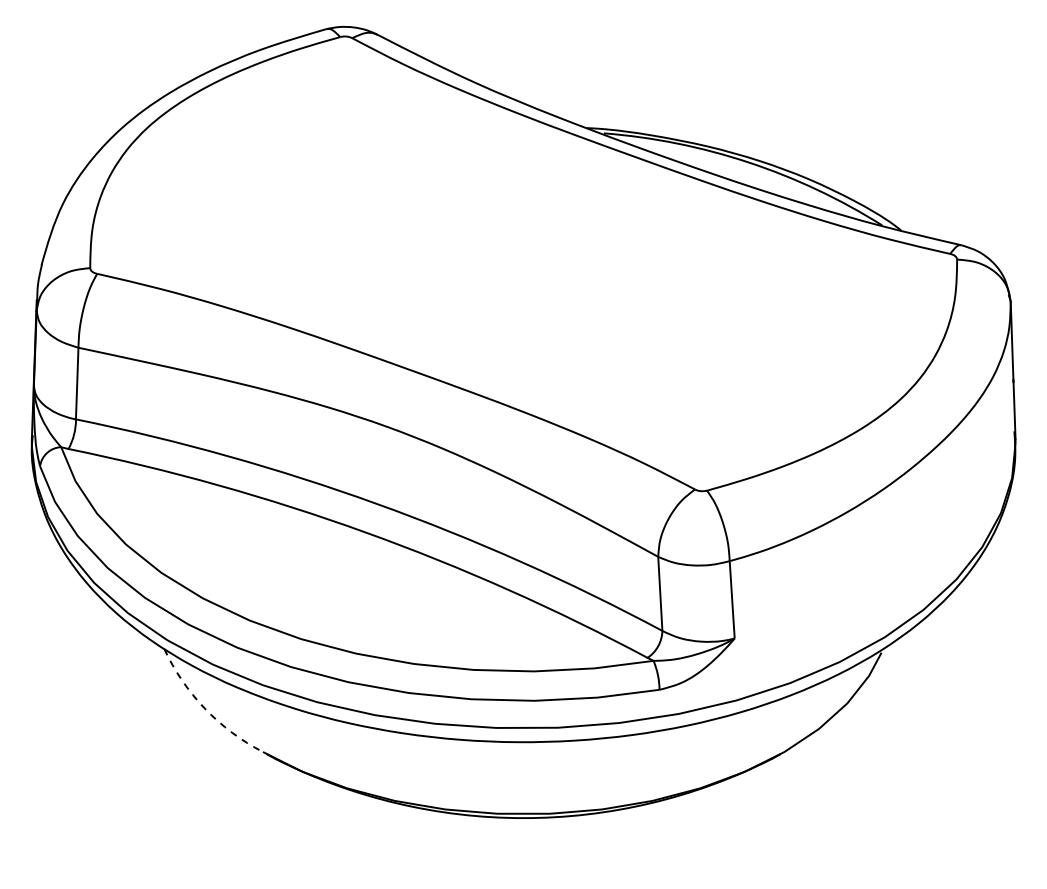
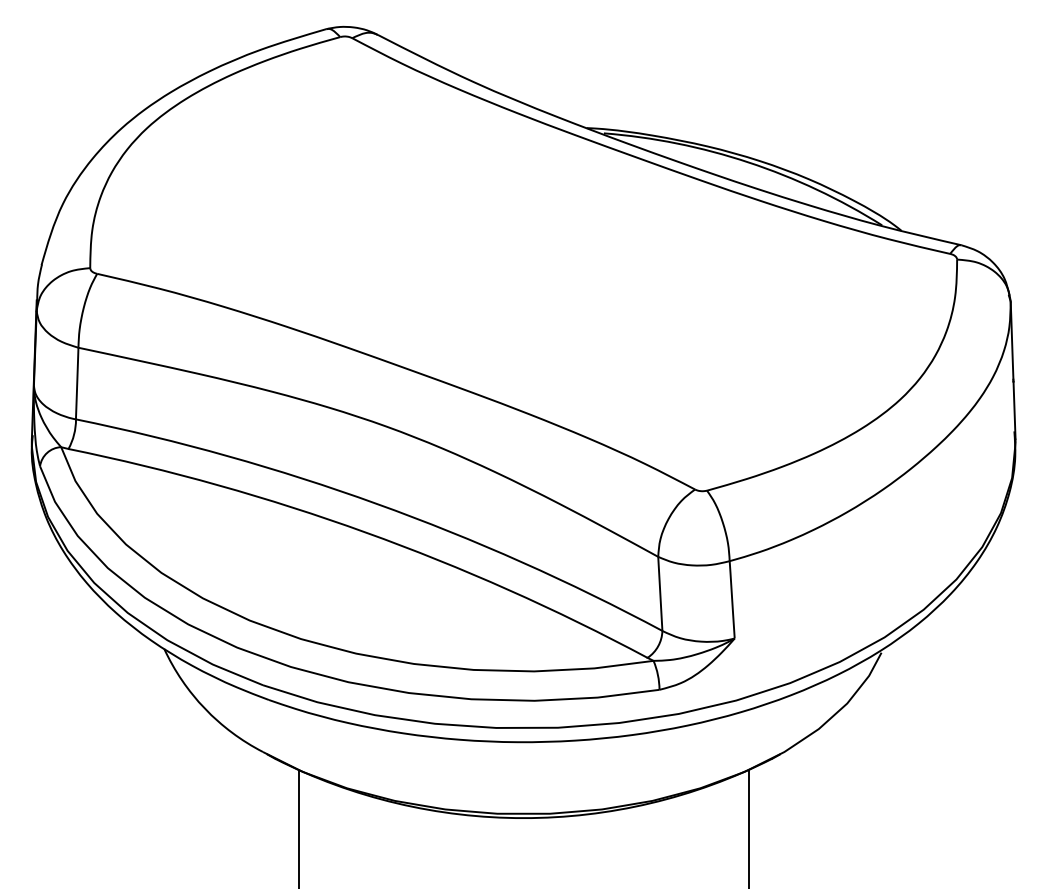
arc at (205, 708): dashed -> solid
line at (298, 827): none -> present
line at (748, 827): none -> present
